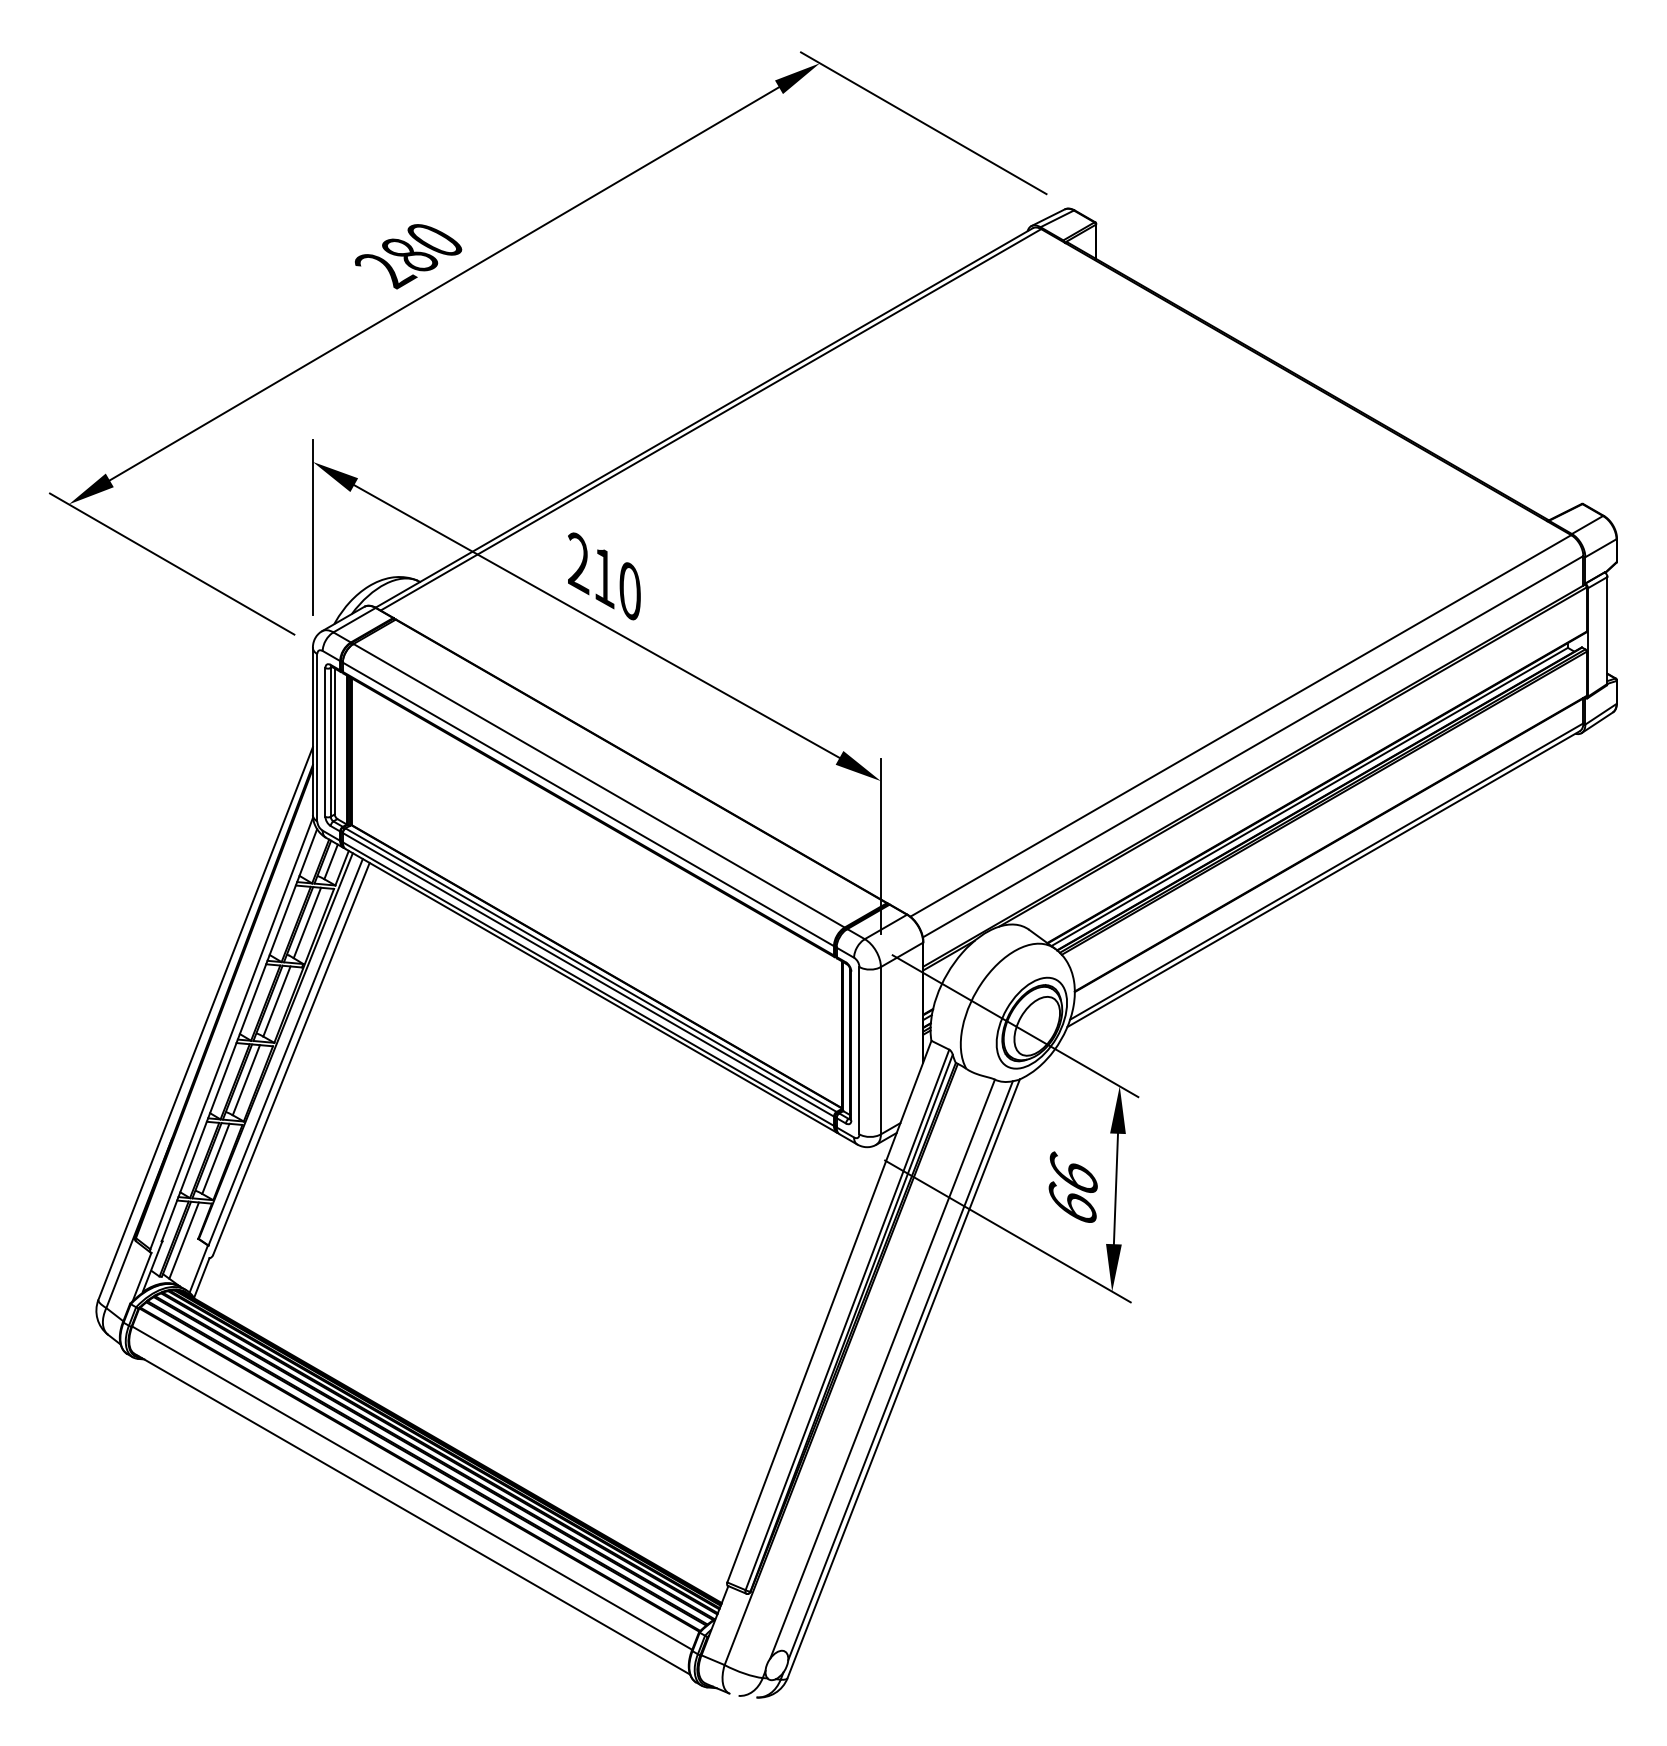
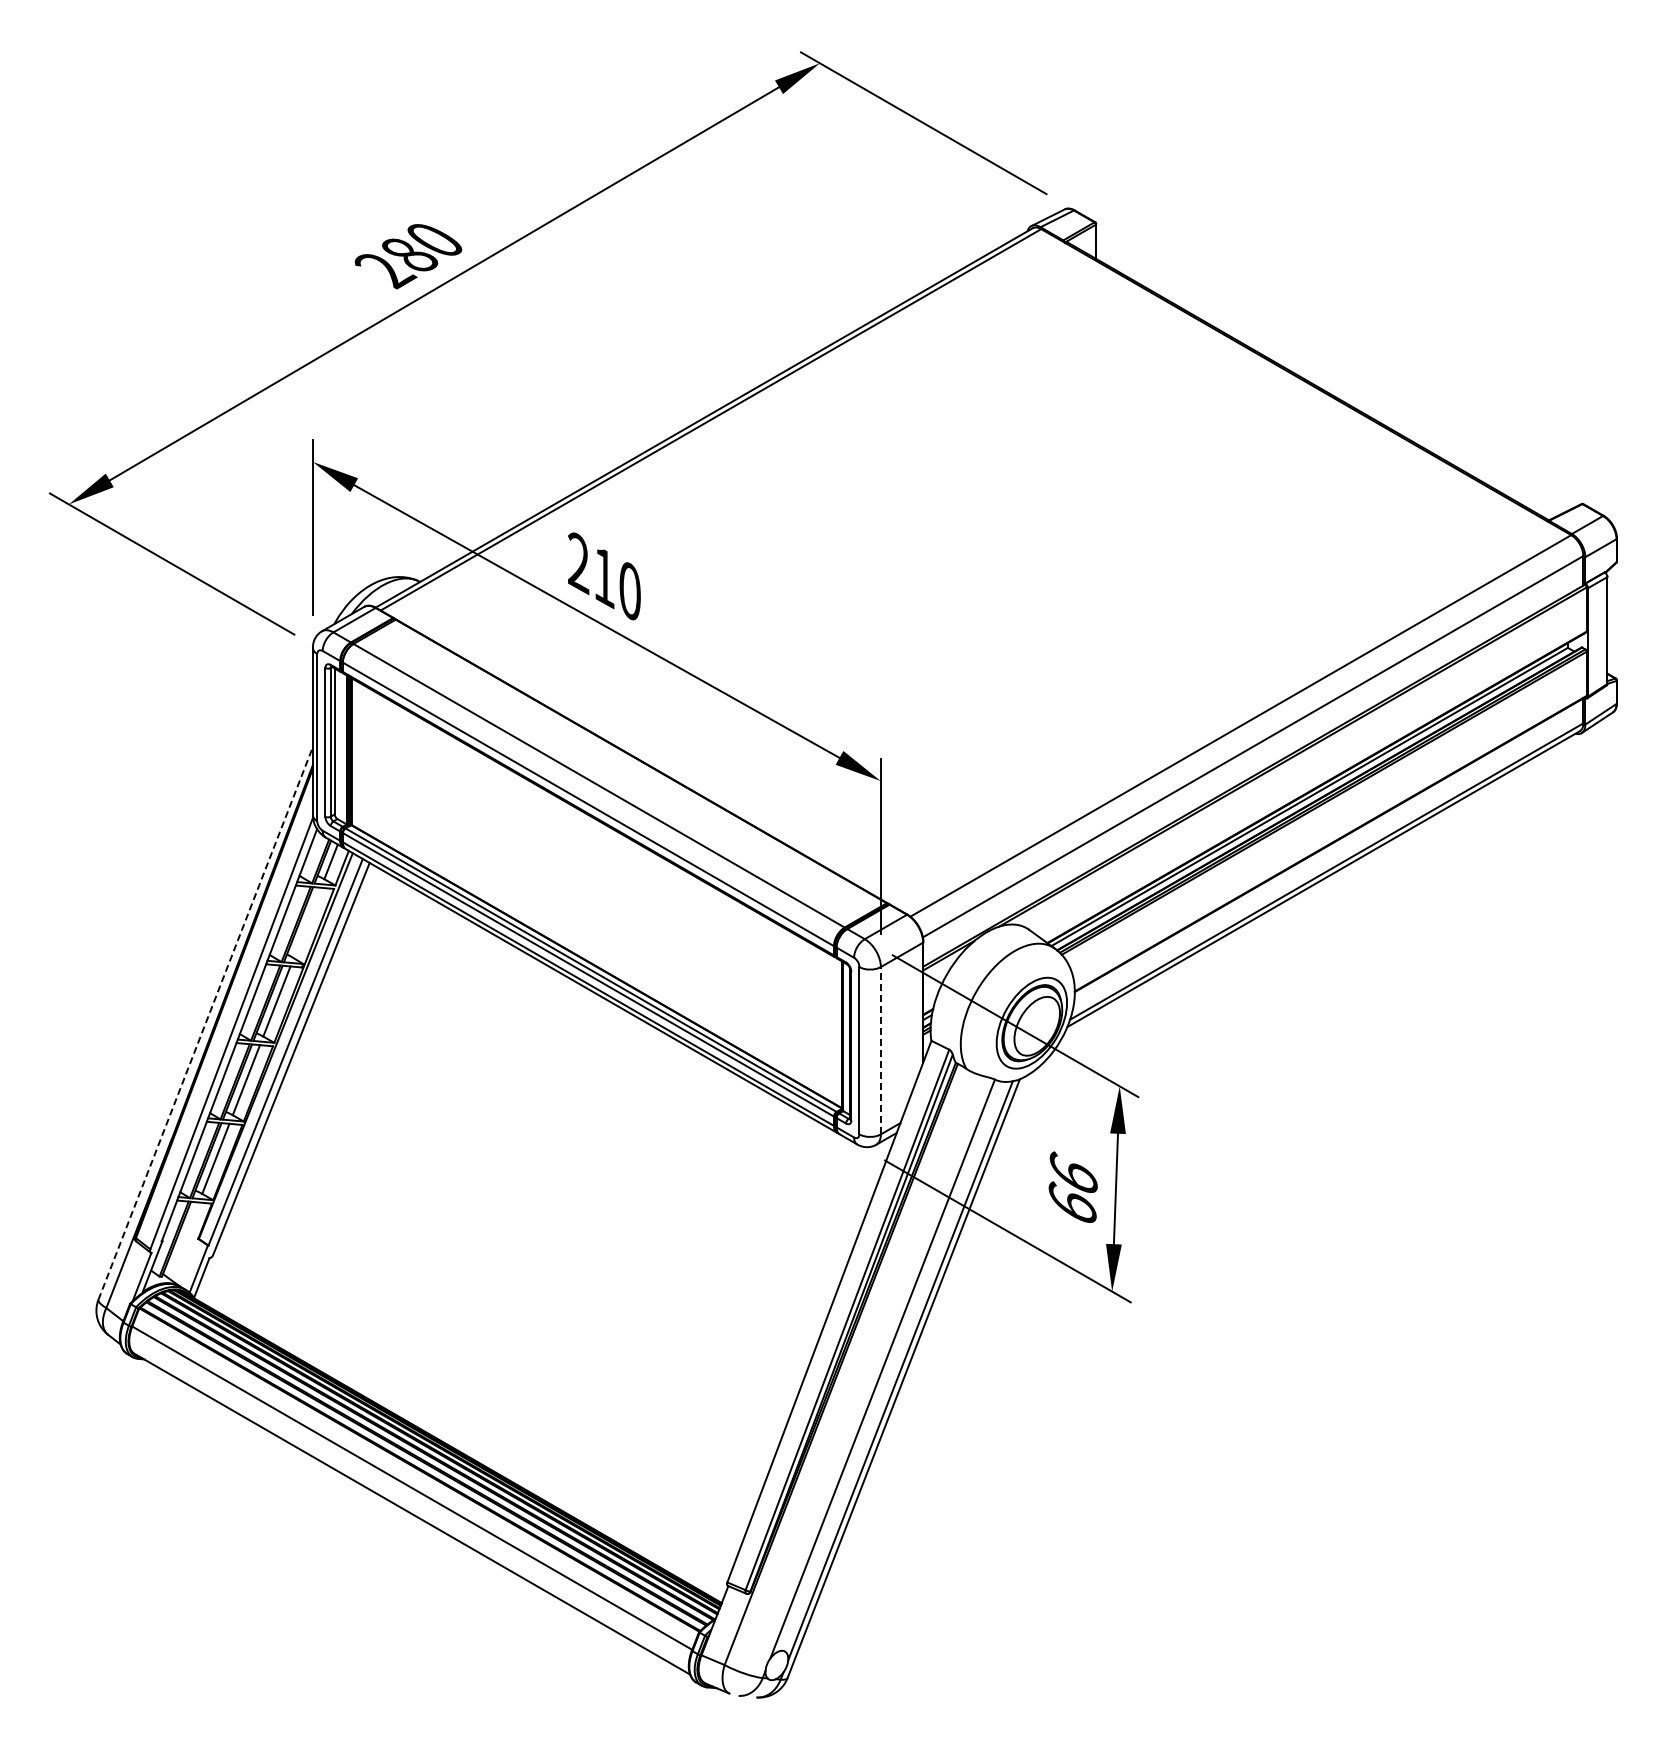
line at (307, 922): present -> none
line at (205, 1023): solid -> dashed
line at (880, 1050): solid -> dashed
line at (183, 1240): present -> none
